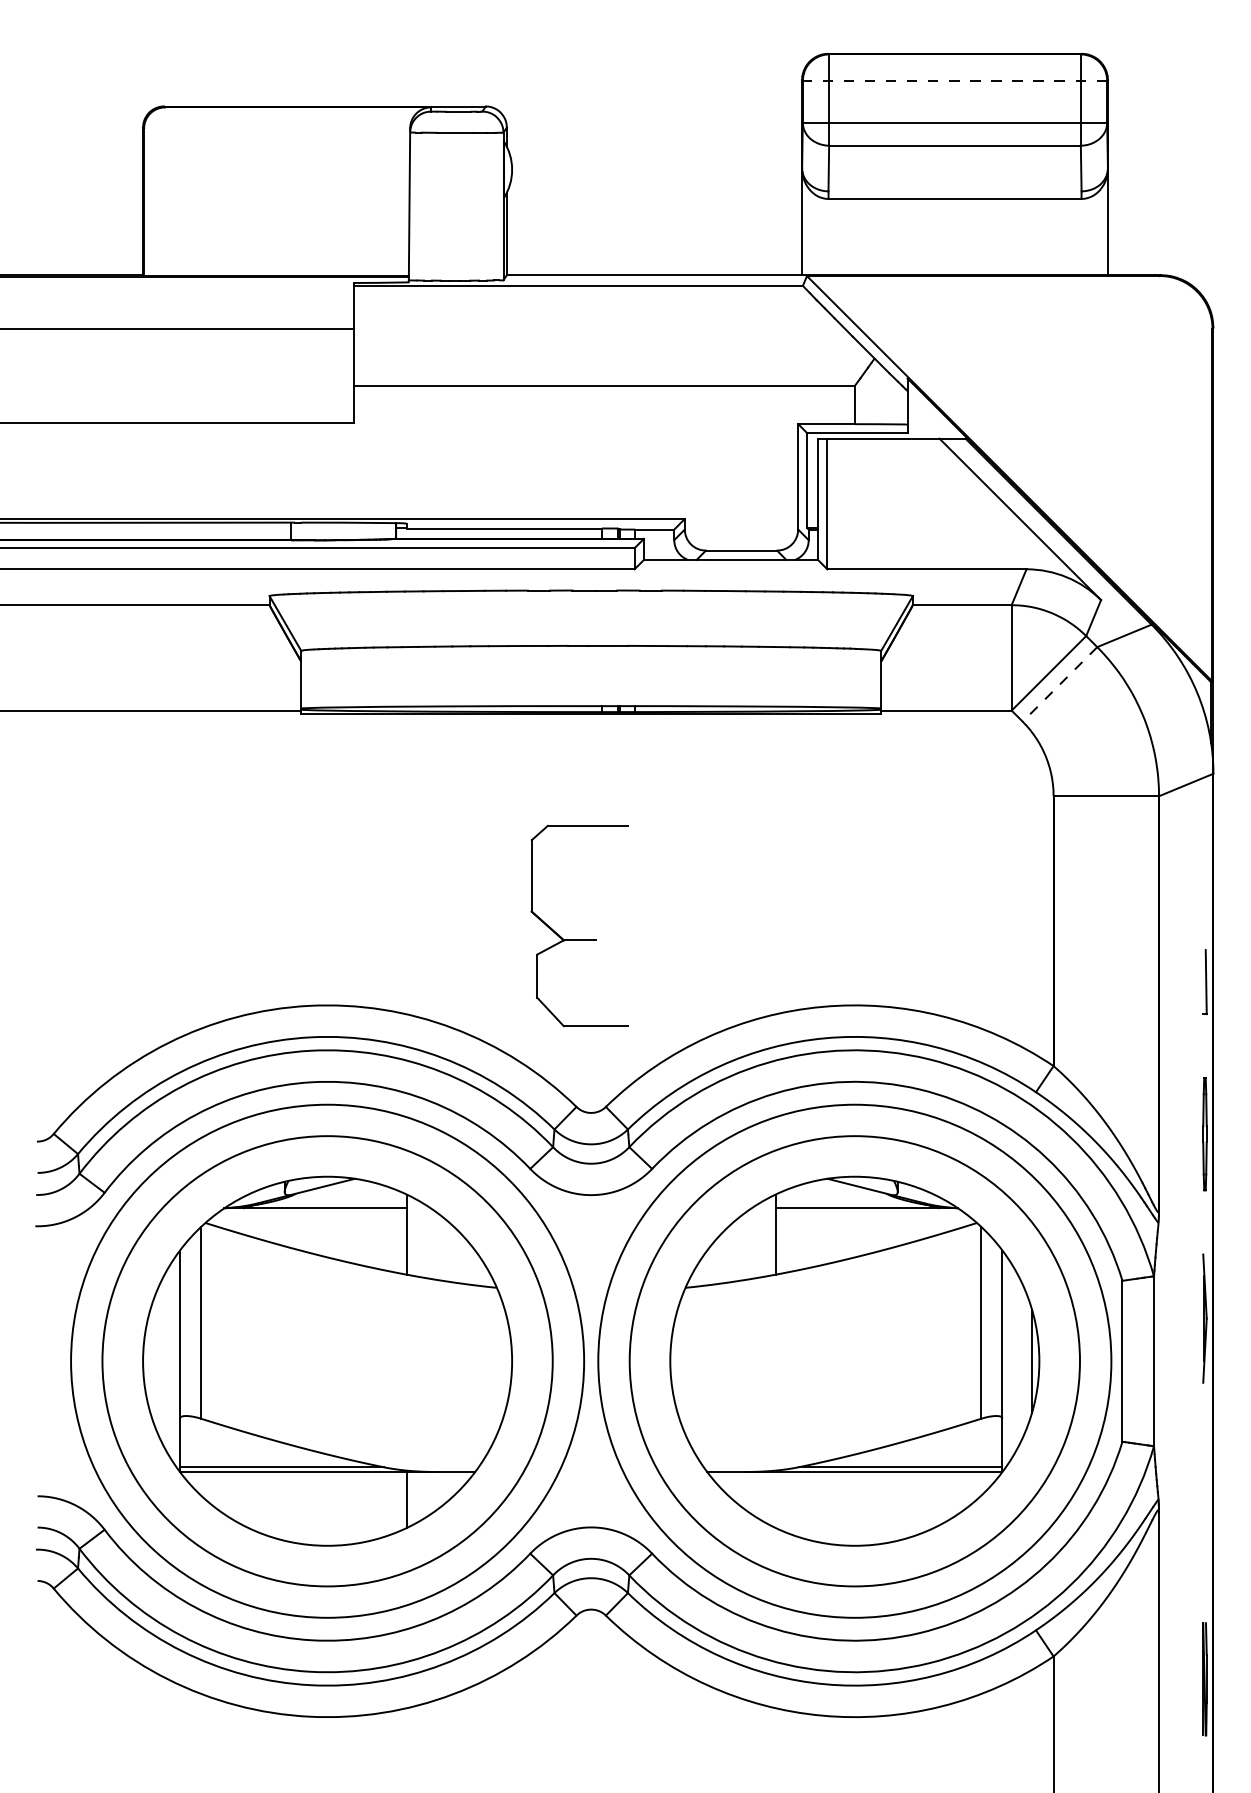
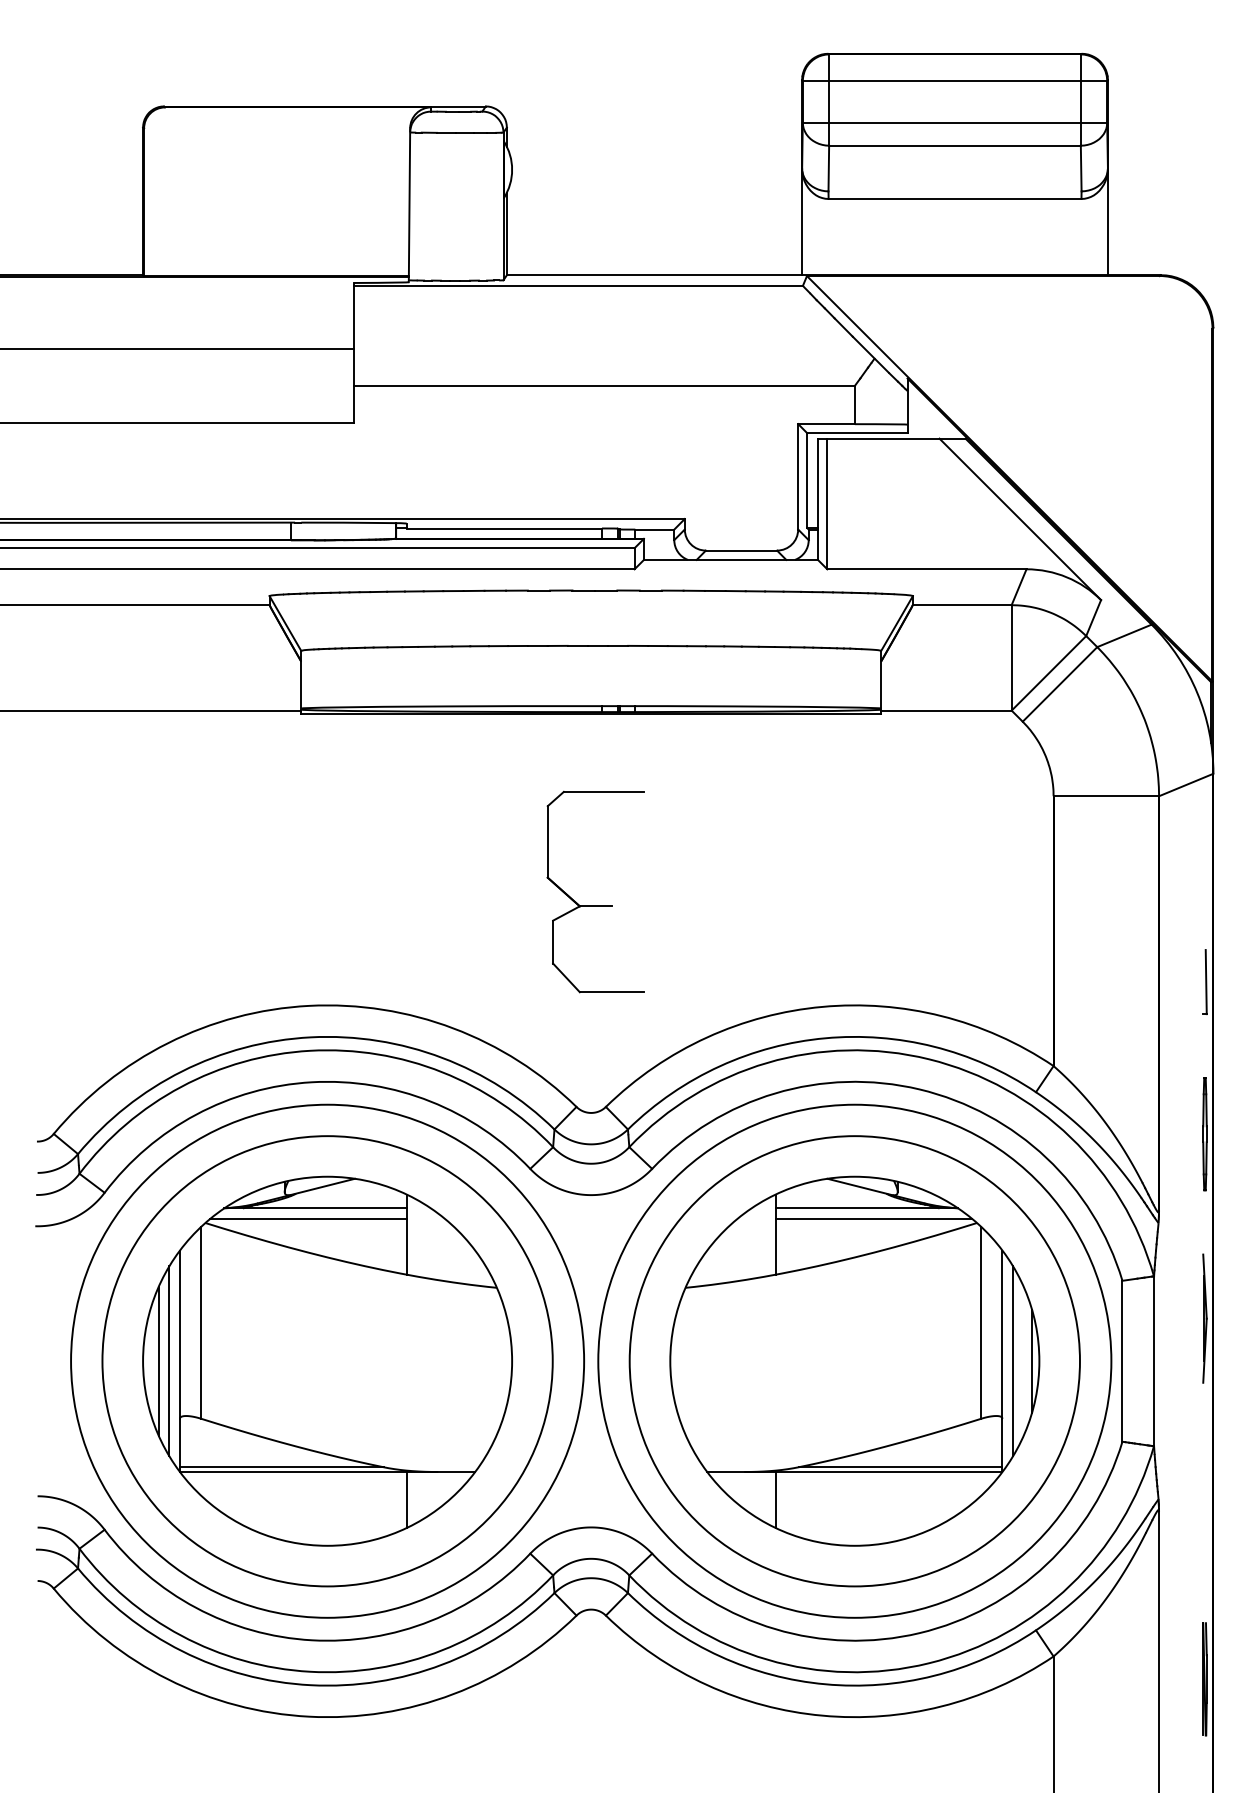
line at (954, 80): dashed -> solid
line at (177, 329) position: (177, 329) -> (177, 349)
line at (1060, 684): dashed -> solid
part at (579, 939) position: (579, 939) -> (595, 905)
line at (308, 1218): none -> present
line at (873, 1218): none -> present
line at (158, 1360): none -> present
line at (169, 1361): none -> present
line at (1013, 1361): none -> present
line at (775, 1500): none -> present
